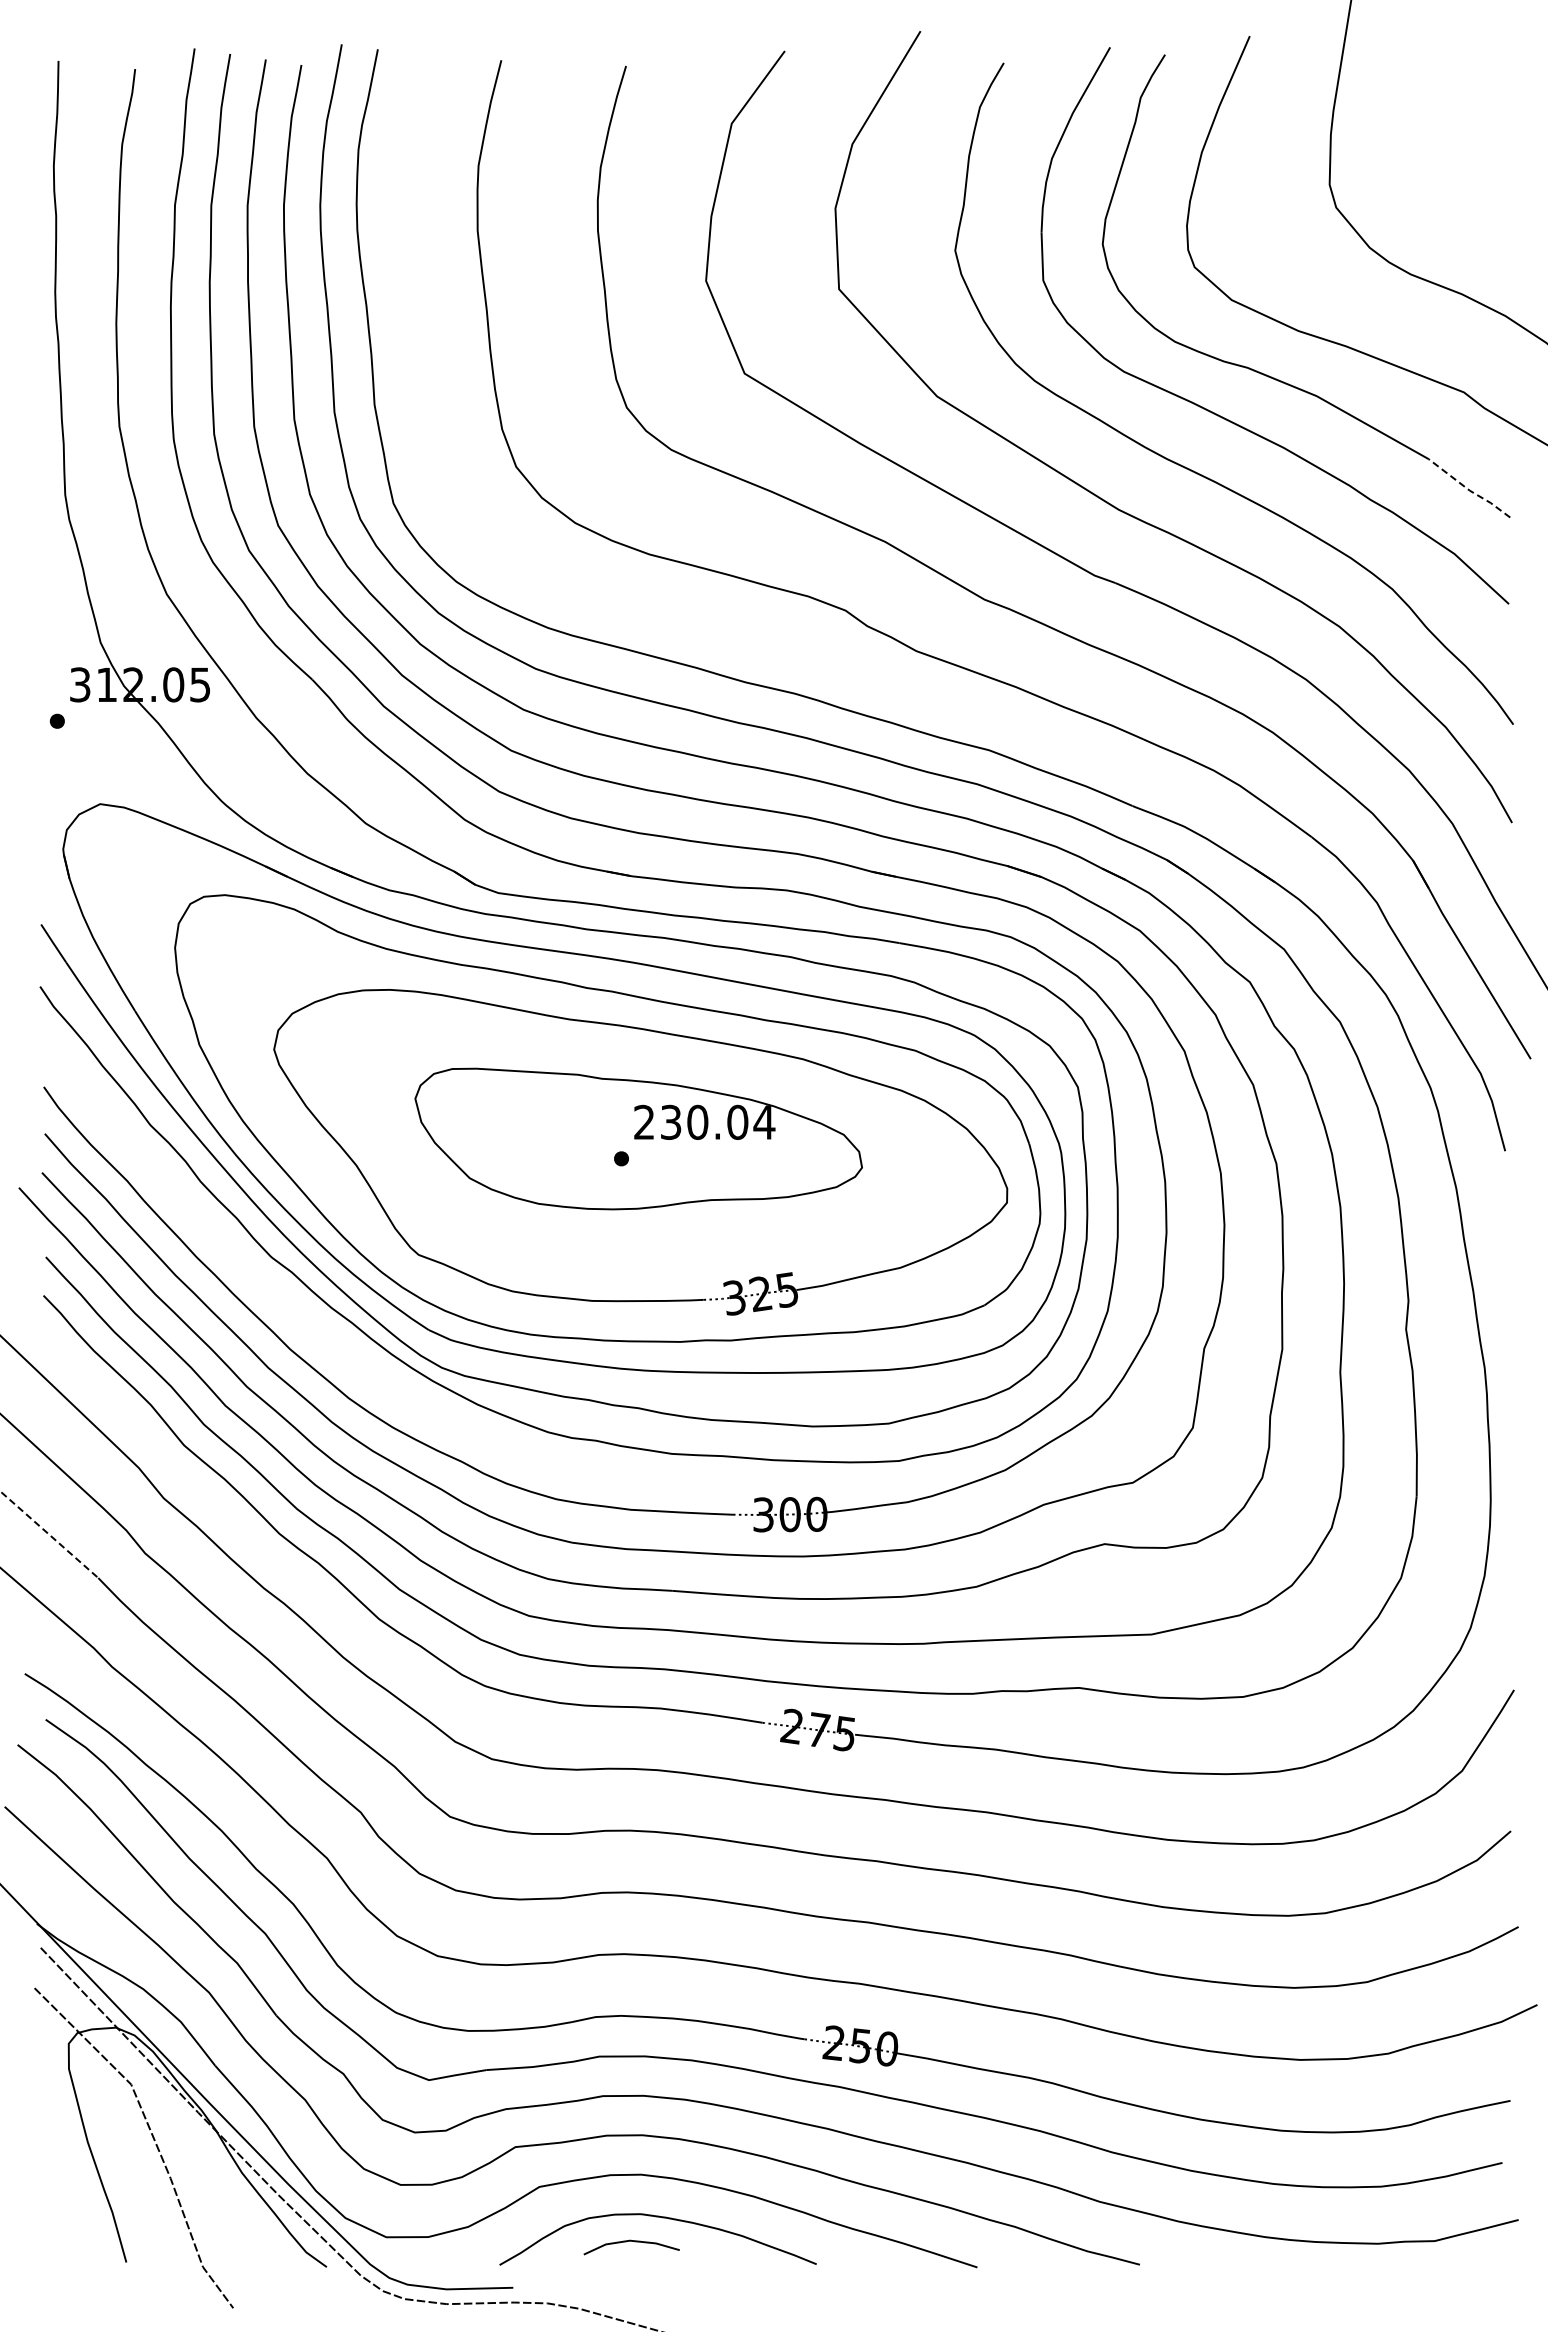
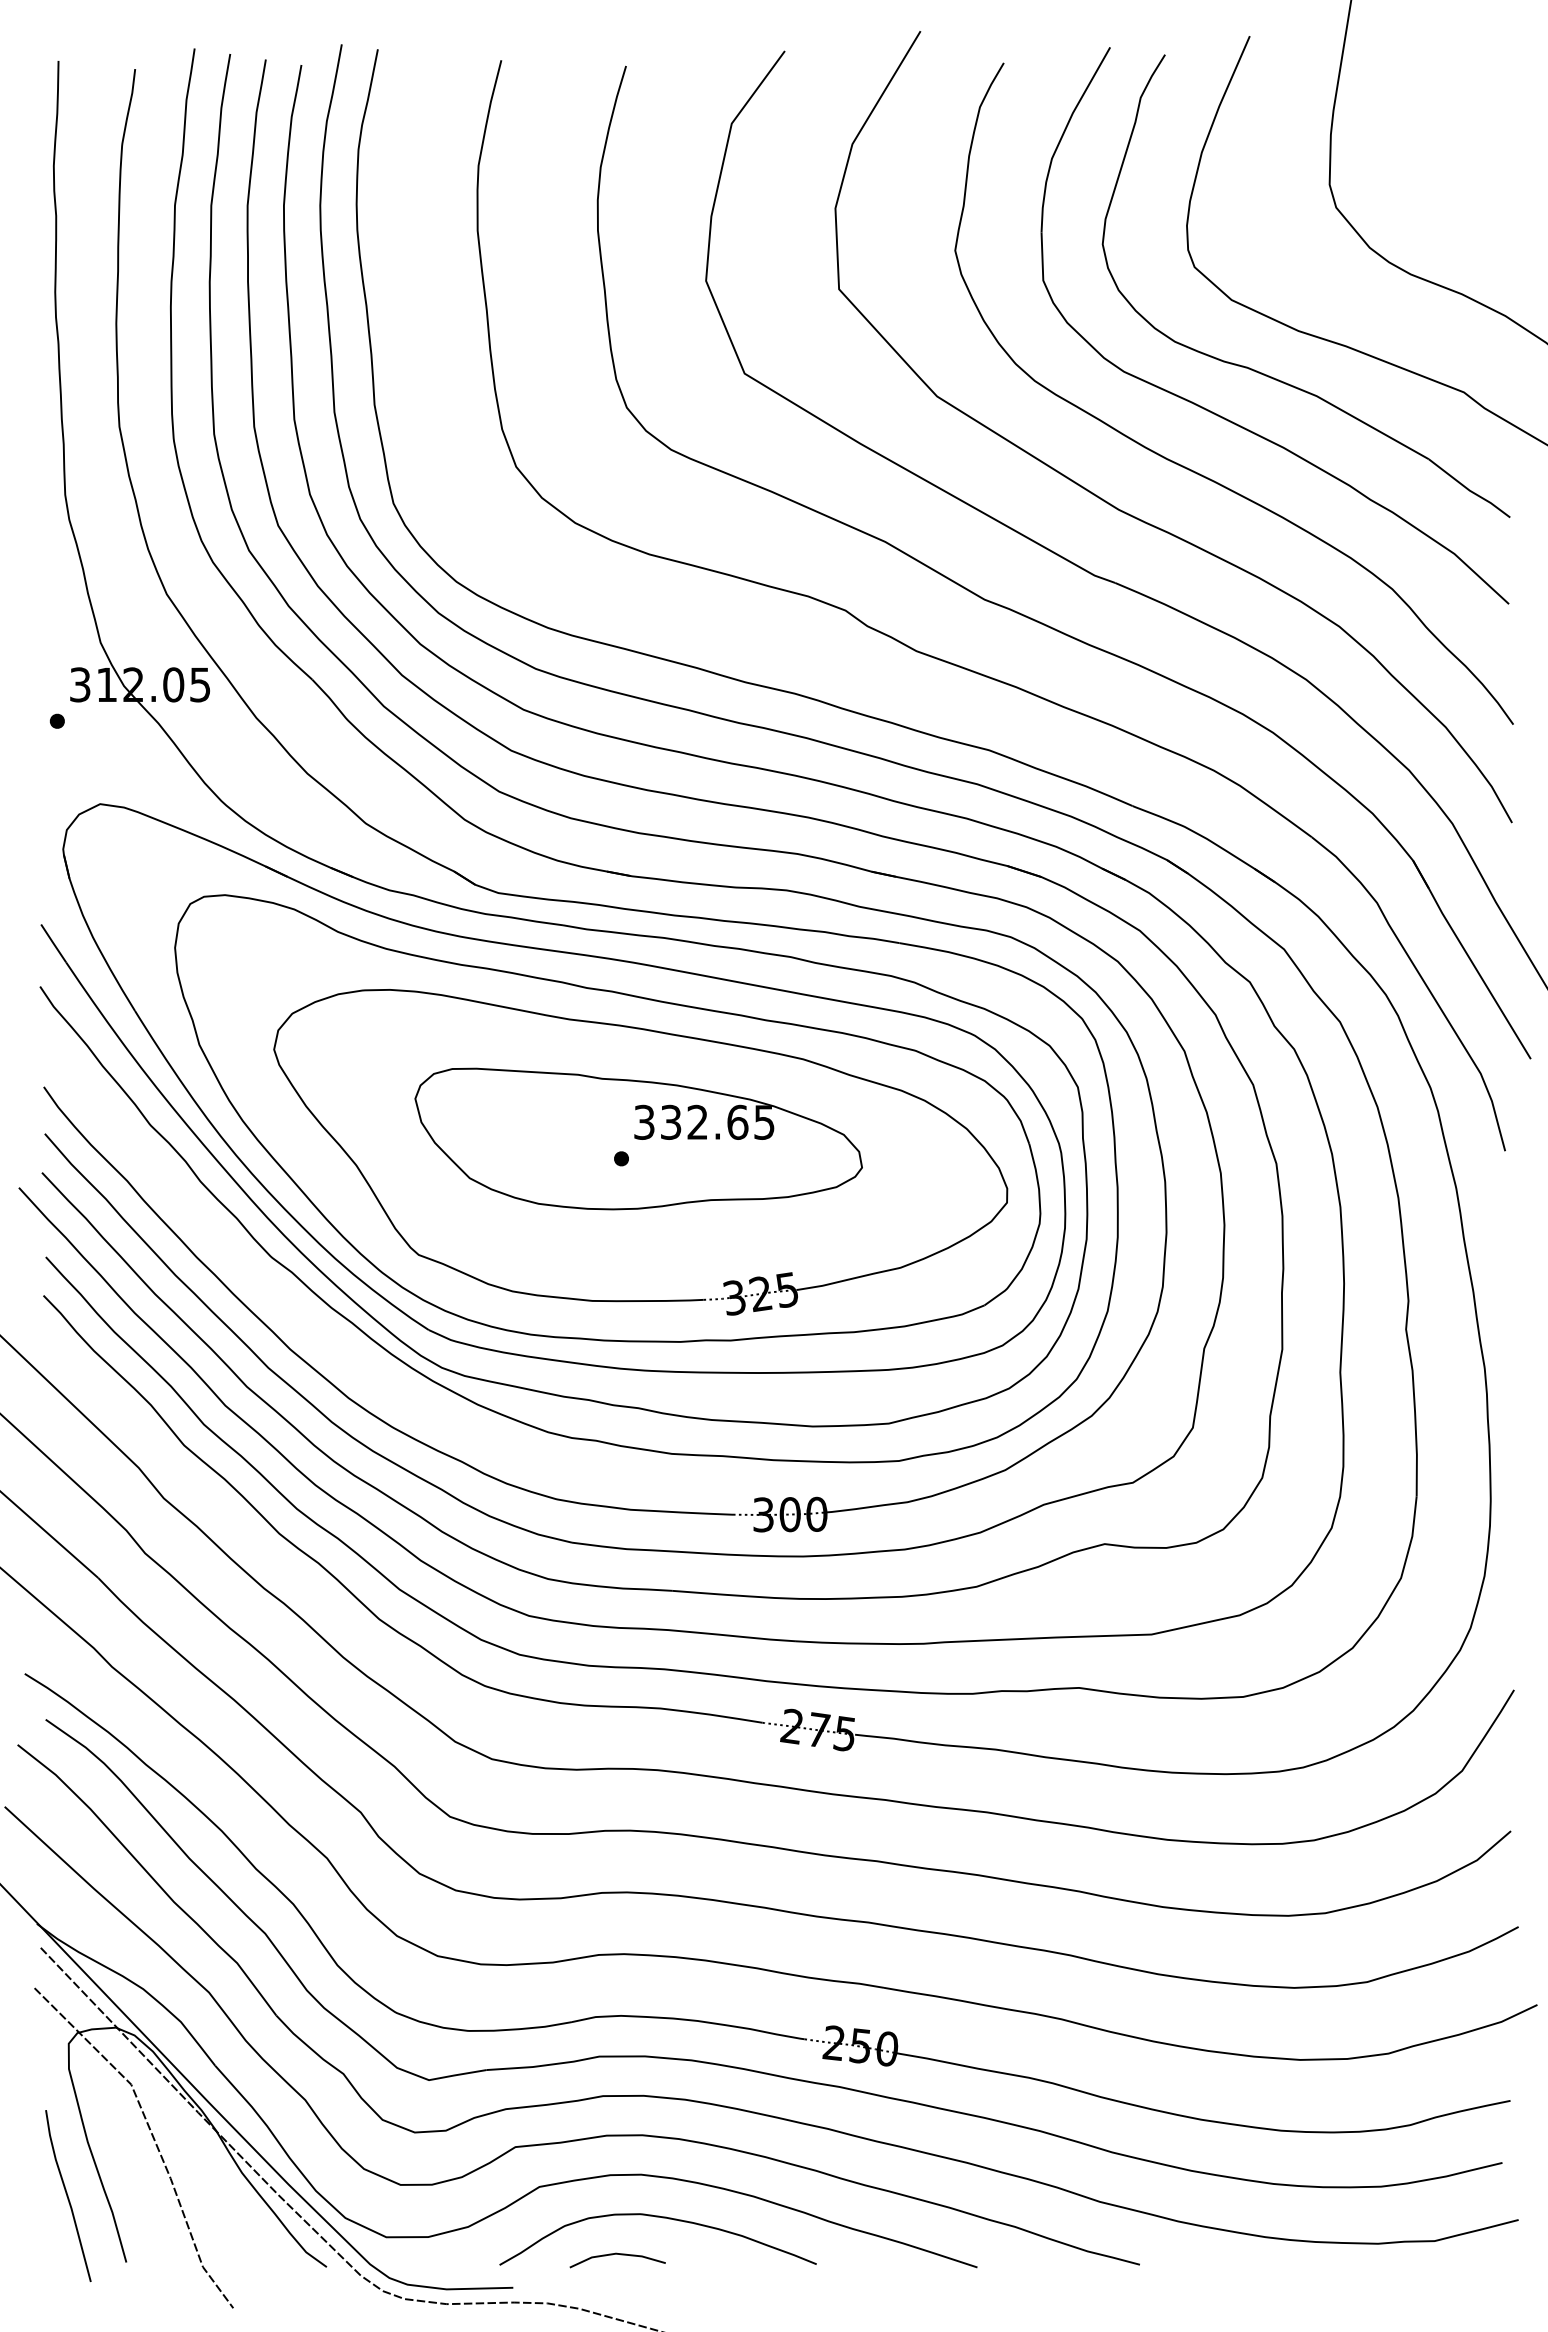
line at (1469, 490): dashed -> solid
text at (704, 1121): 230.04 -> 332.65
line at (49, 1535): dashed -> solid
line at (68, 2195): none -> present
line at (634, 2242) position: (634, 2242) -> (620, 2255)
